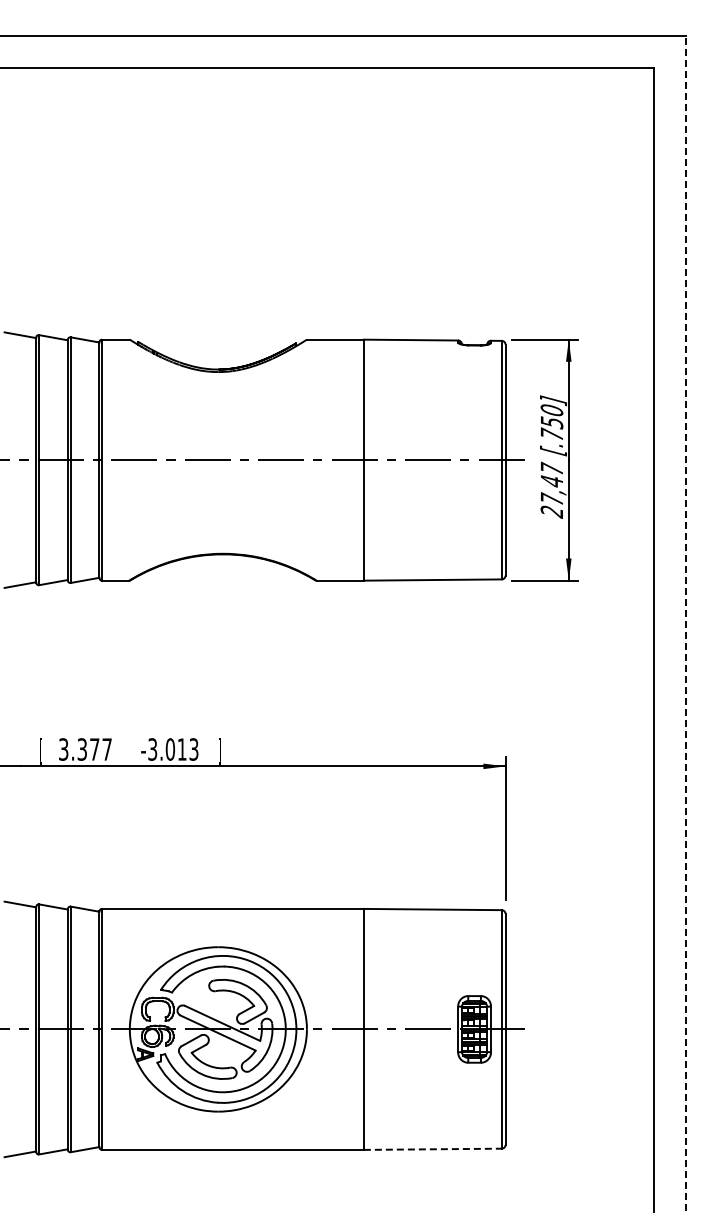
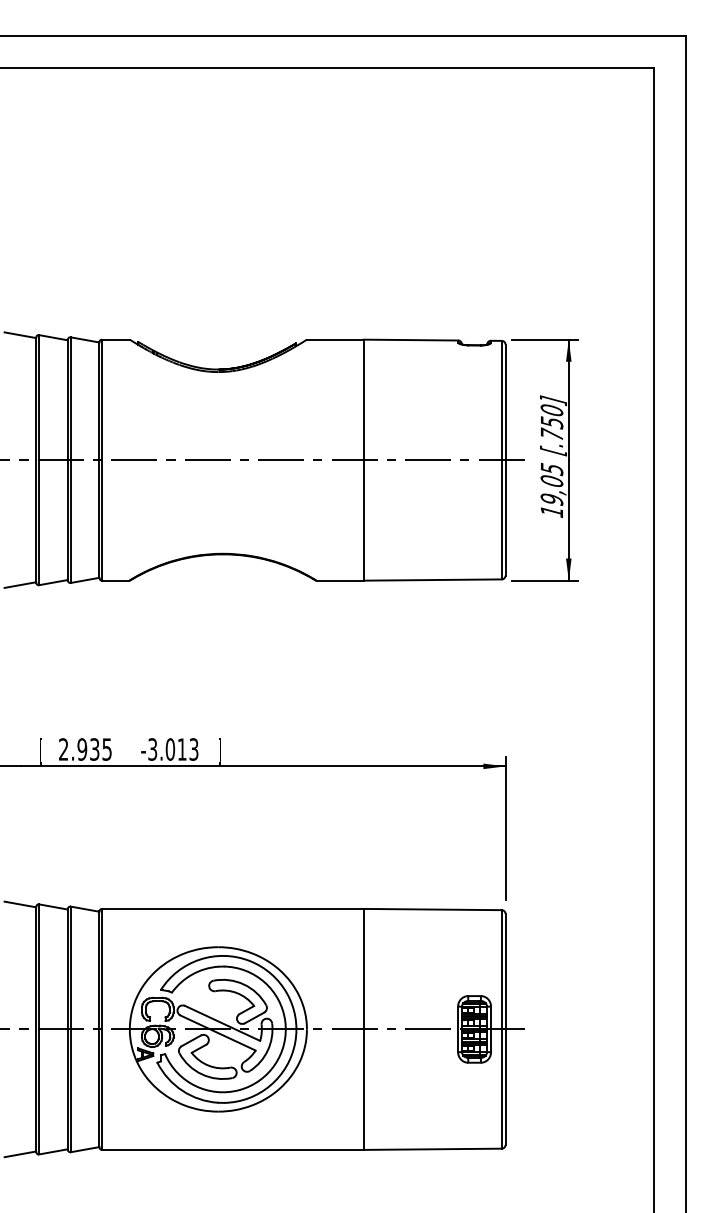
text at (551, 489): 27,47 -> 19,05
line at (685, 624): dashed -> solid
text at (85, 749): 3.377 -> 2.935
line at (432, 1149): dashed -> solid
